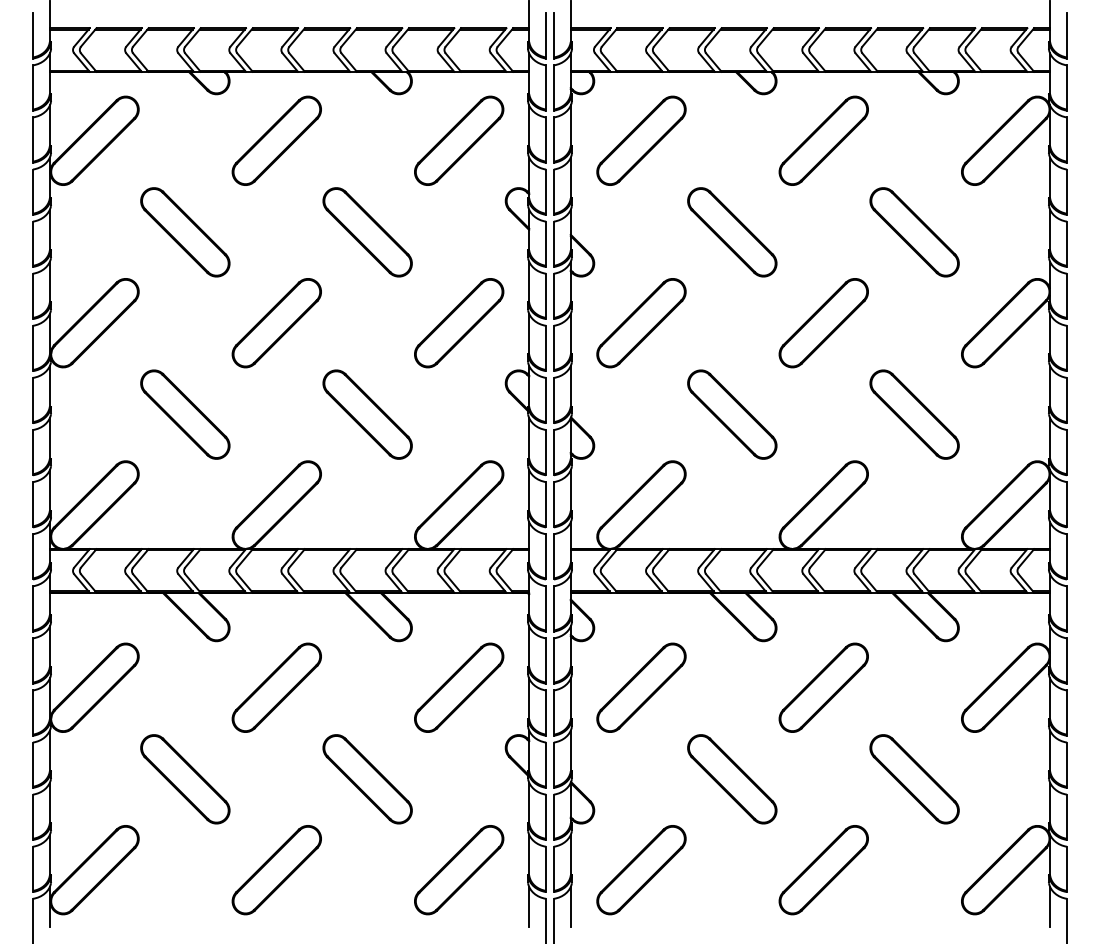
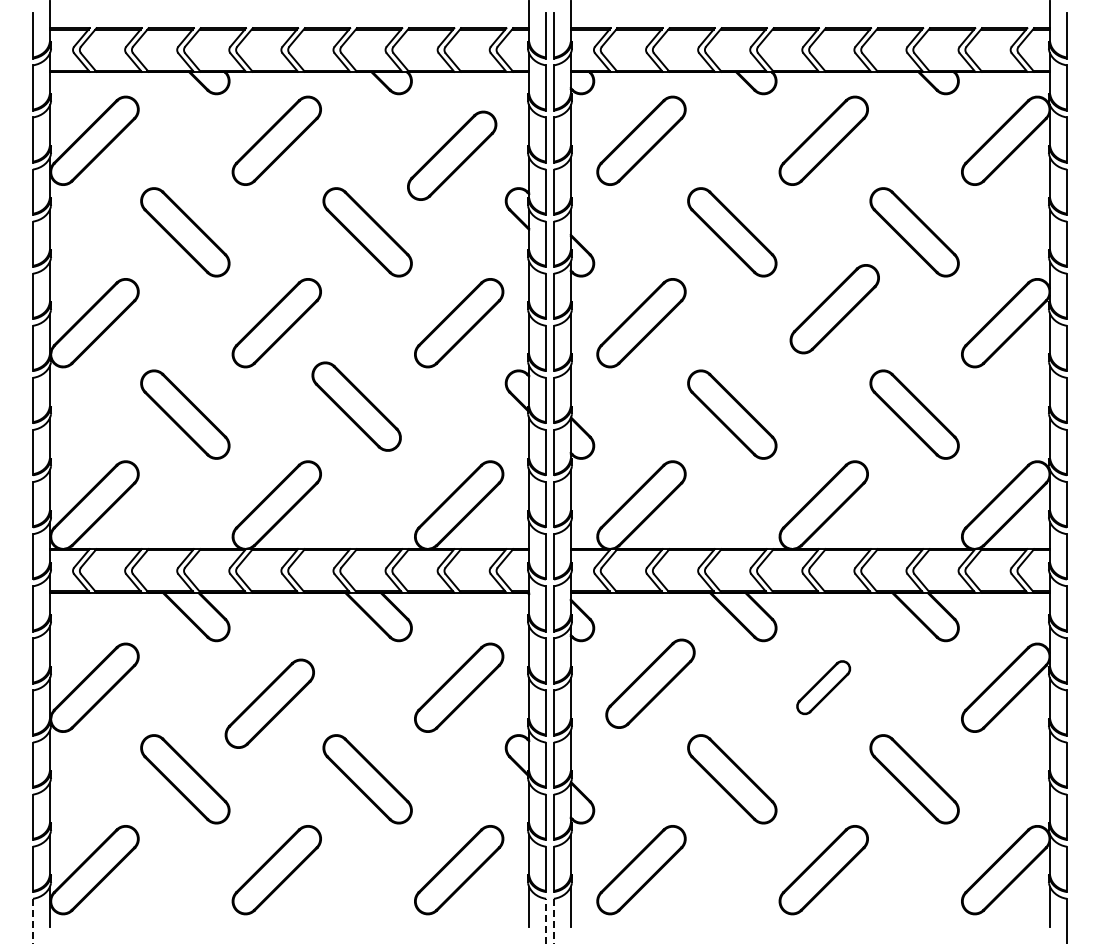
part at (459, 140) position: (459, 140) -> (452, 155)
part at (823, 323) position: (823, 323) -> (834, 309)
part at (367, 414) position: (367, 414) -> (356, 406)
part at (276, 687) position: (276, 687) -> (269, 703)
part at (641, 687) position: (641, 687) -> (650, 683)
part at (823, 687) size: 91x91 px -> 56x55 px
line at (546, 920): solid -> dashed
line at (33, 921): solid -> dashed
line at (553, 921): solid -> dashed
